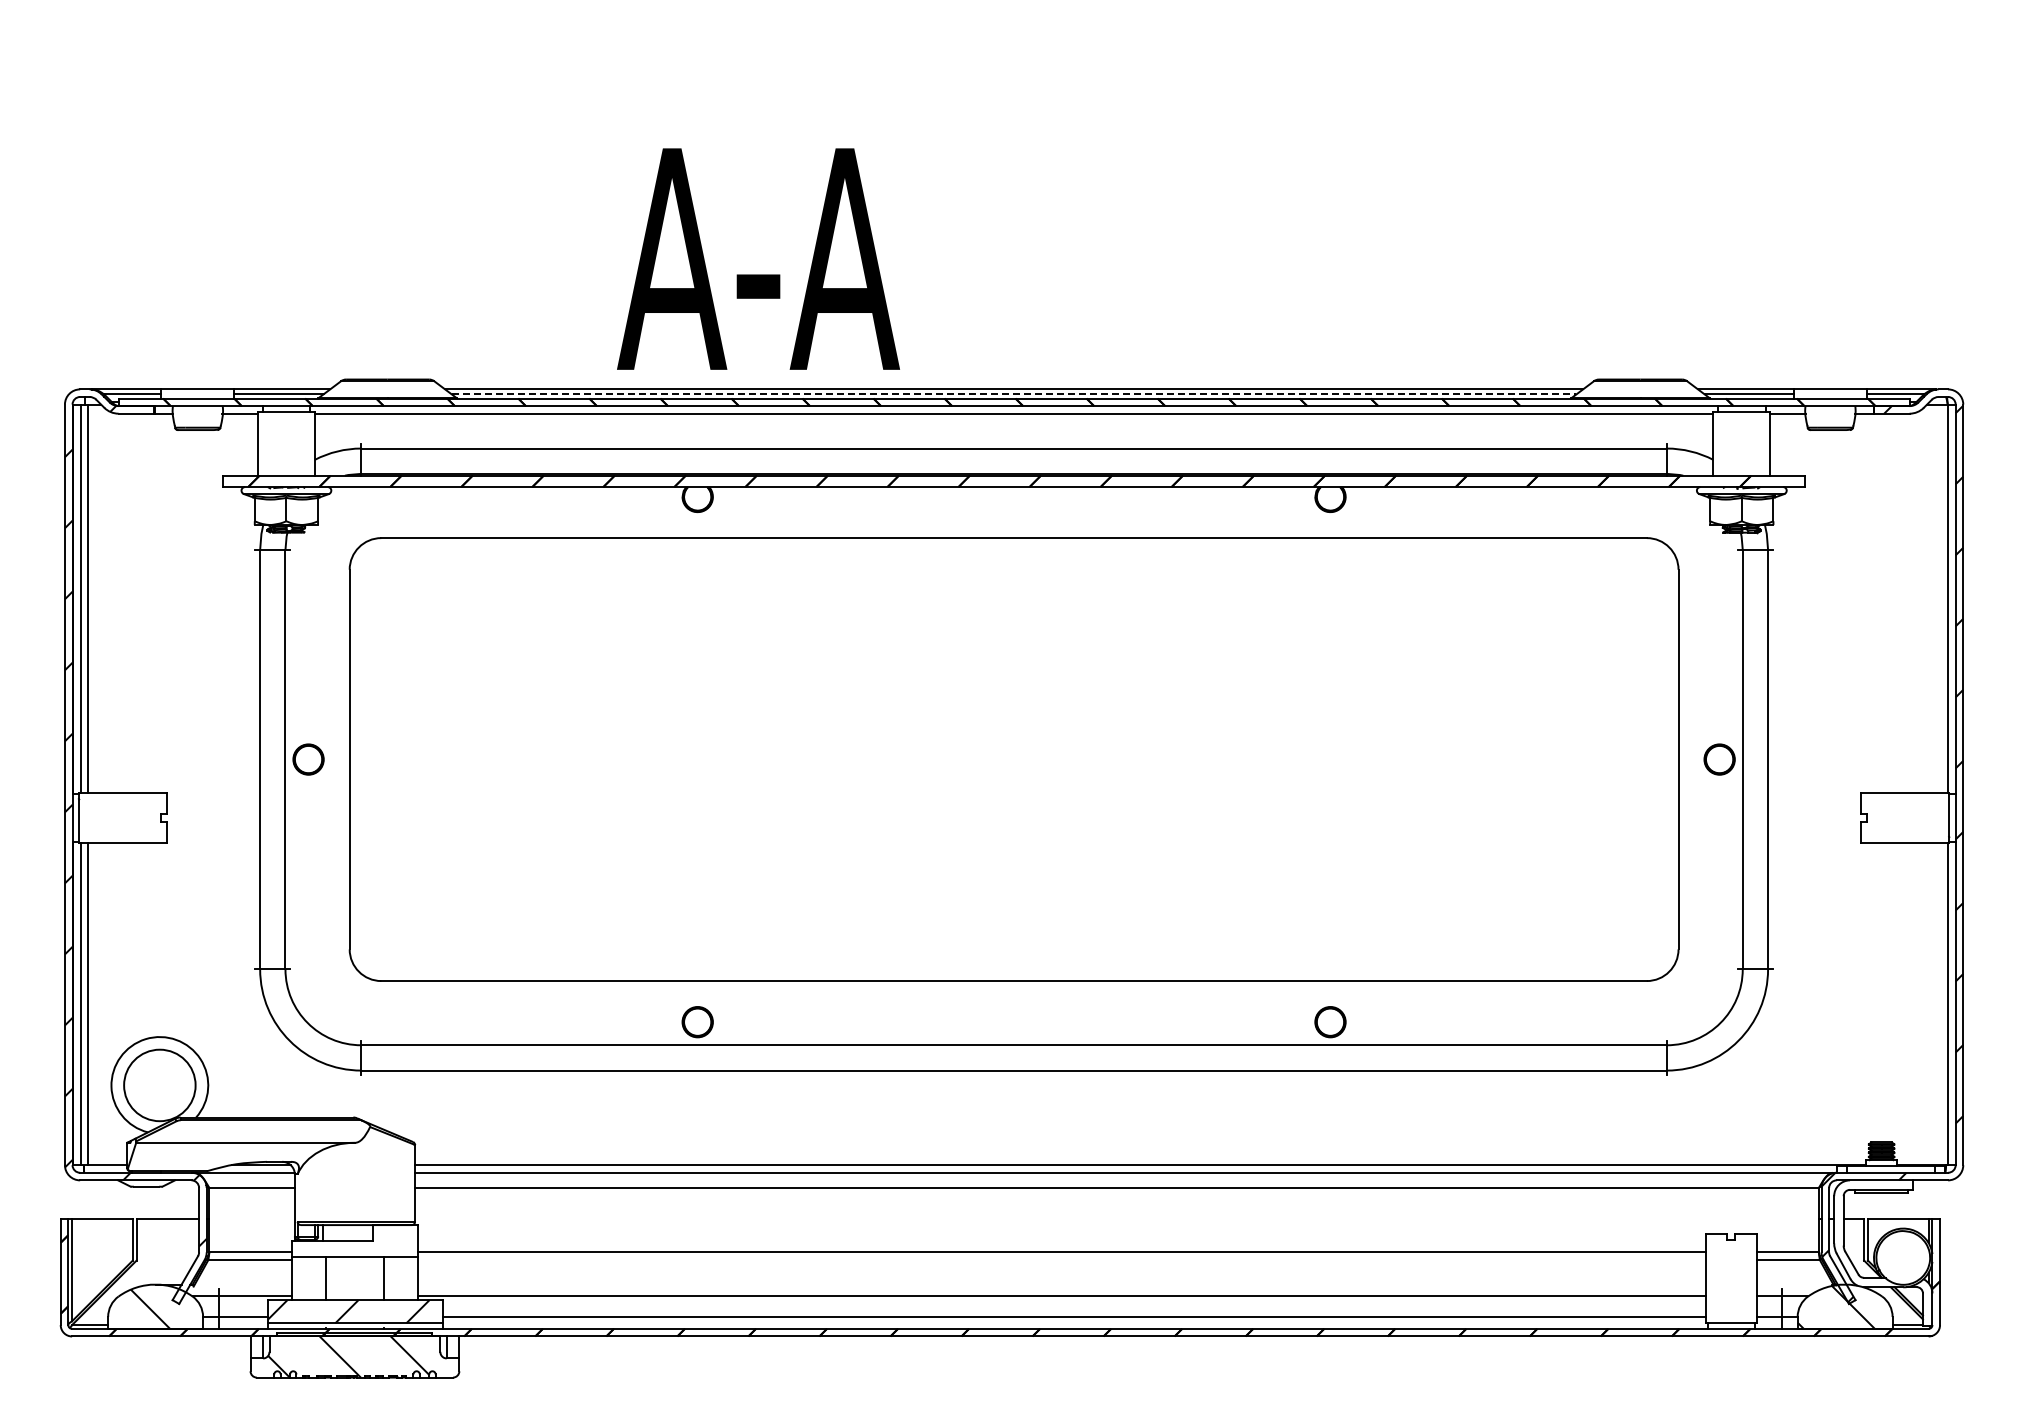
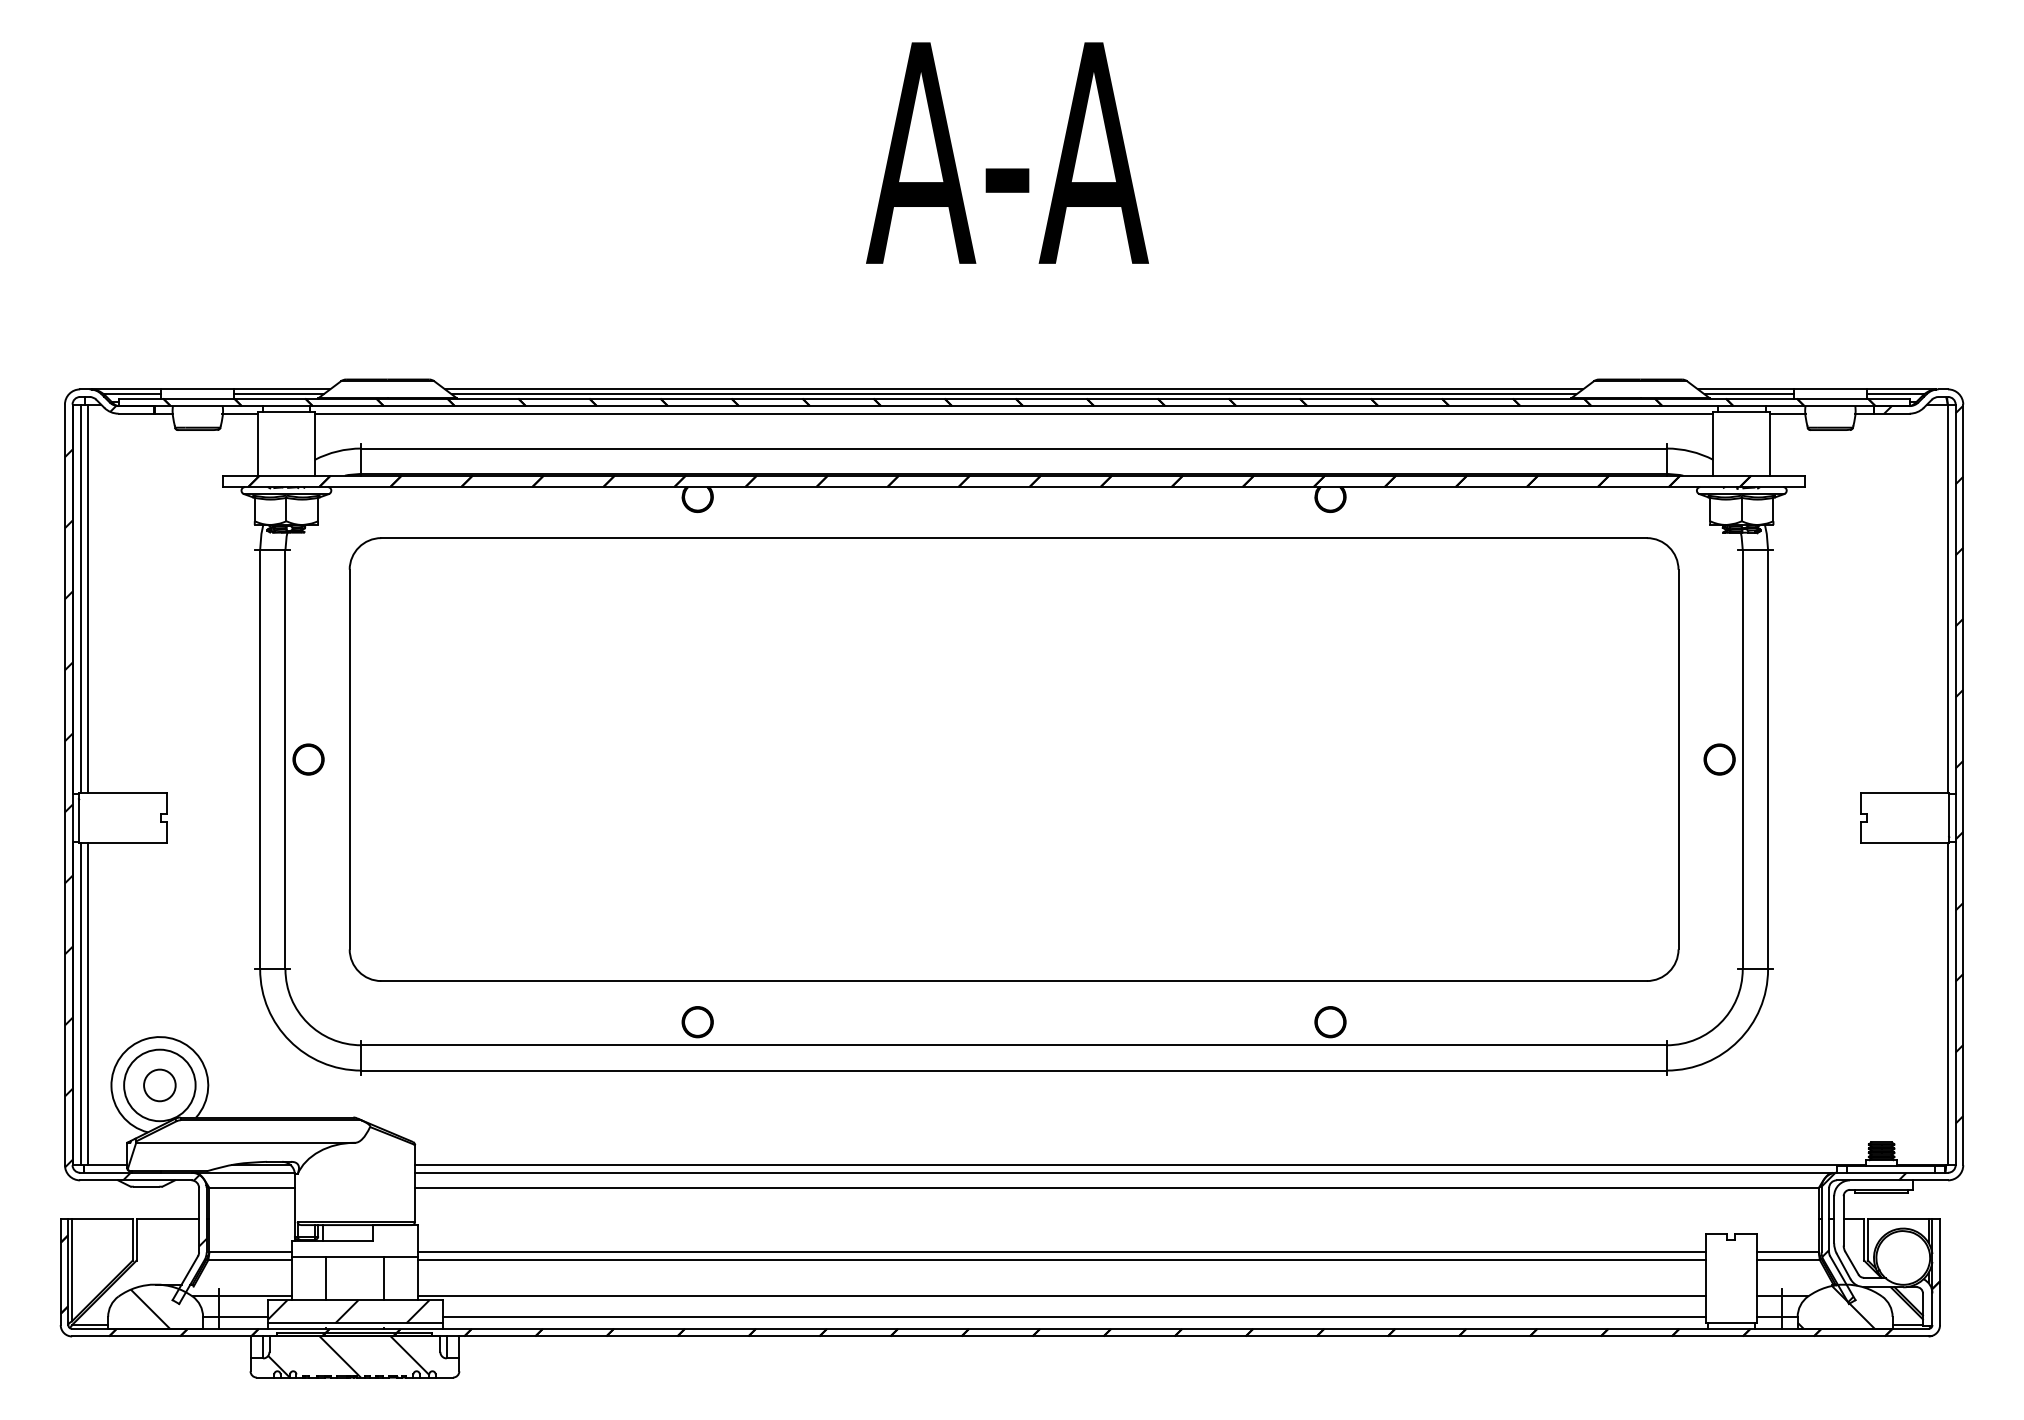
text at (758, 258) position: (758, 258) -> (1007, 152)
line at (1014, 394): dashed -> solid
circle at (159, 1085): none -> present
line at (1061, 1259): none -> present
